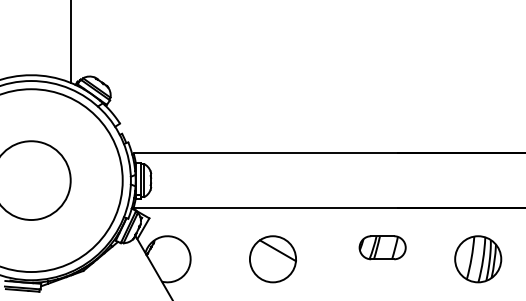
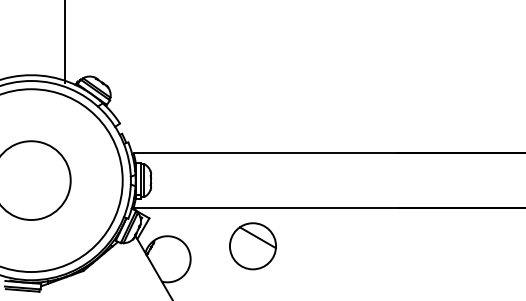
line at (70, 42) position: (70, 42) -> (64, 42)
part at (382, 247): present -> none
part at (272, 259) position: (272, 259) -> (252, 246)
part at (478, 259): present -> none
